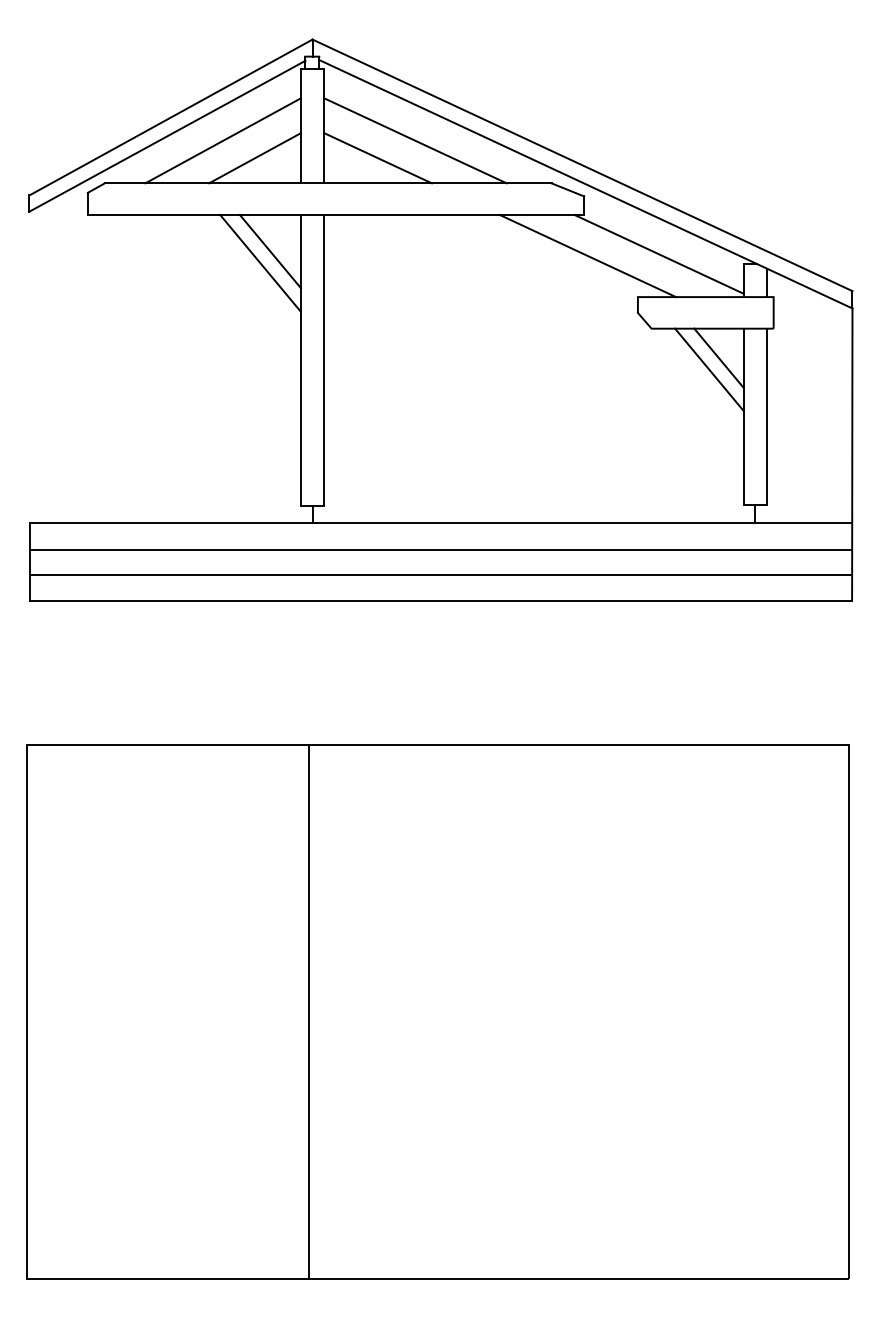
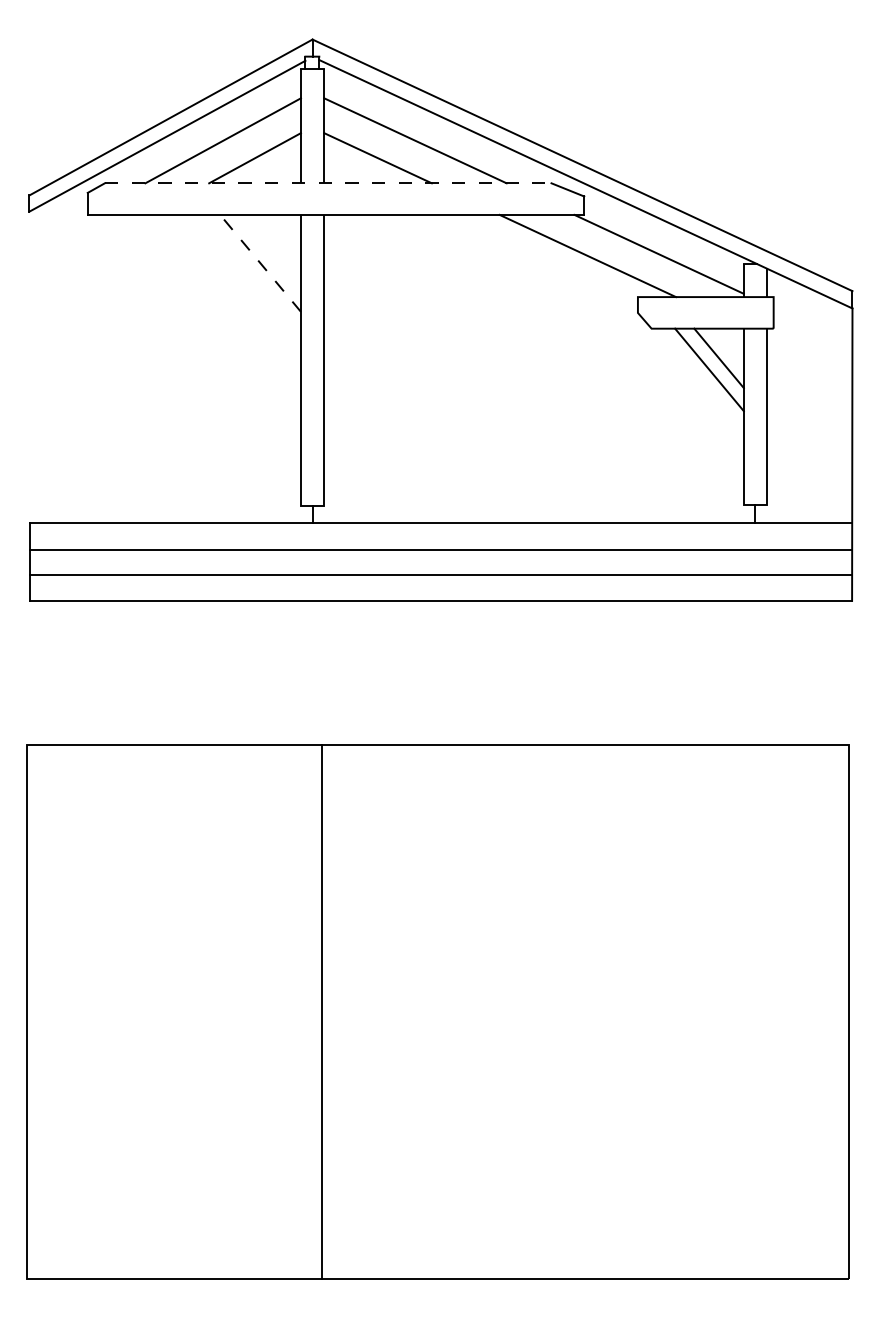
line at (328, 183): solid -> dashed
line at (269, 251): present -> none
line at (260, 263): solid -> dashed
line at (309, 1012) position: (309, 1012) -> (322, 1012)
